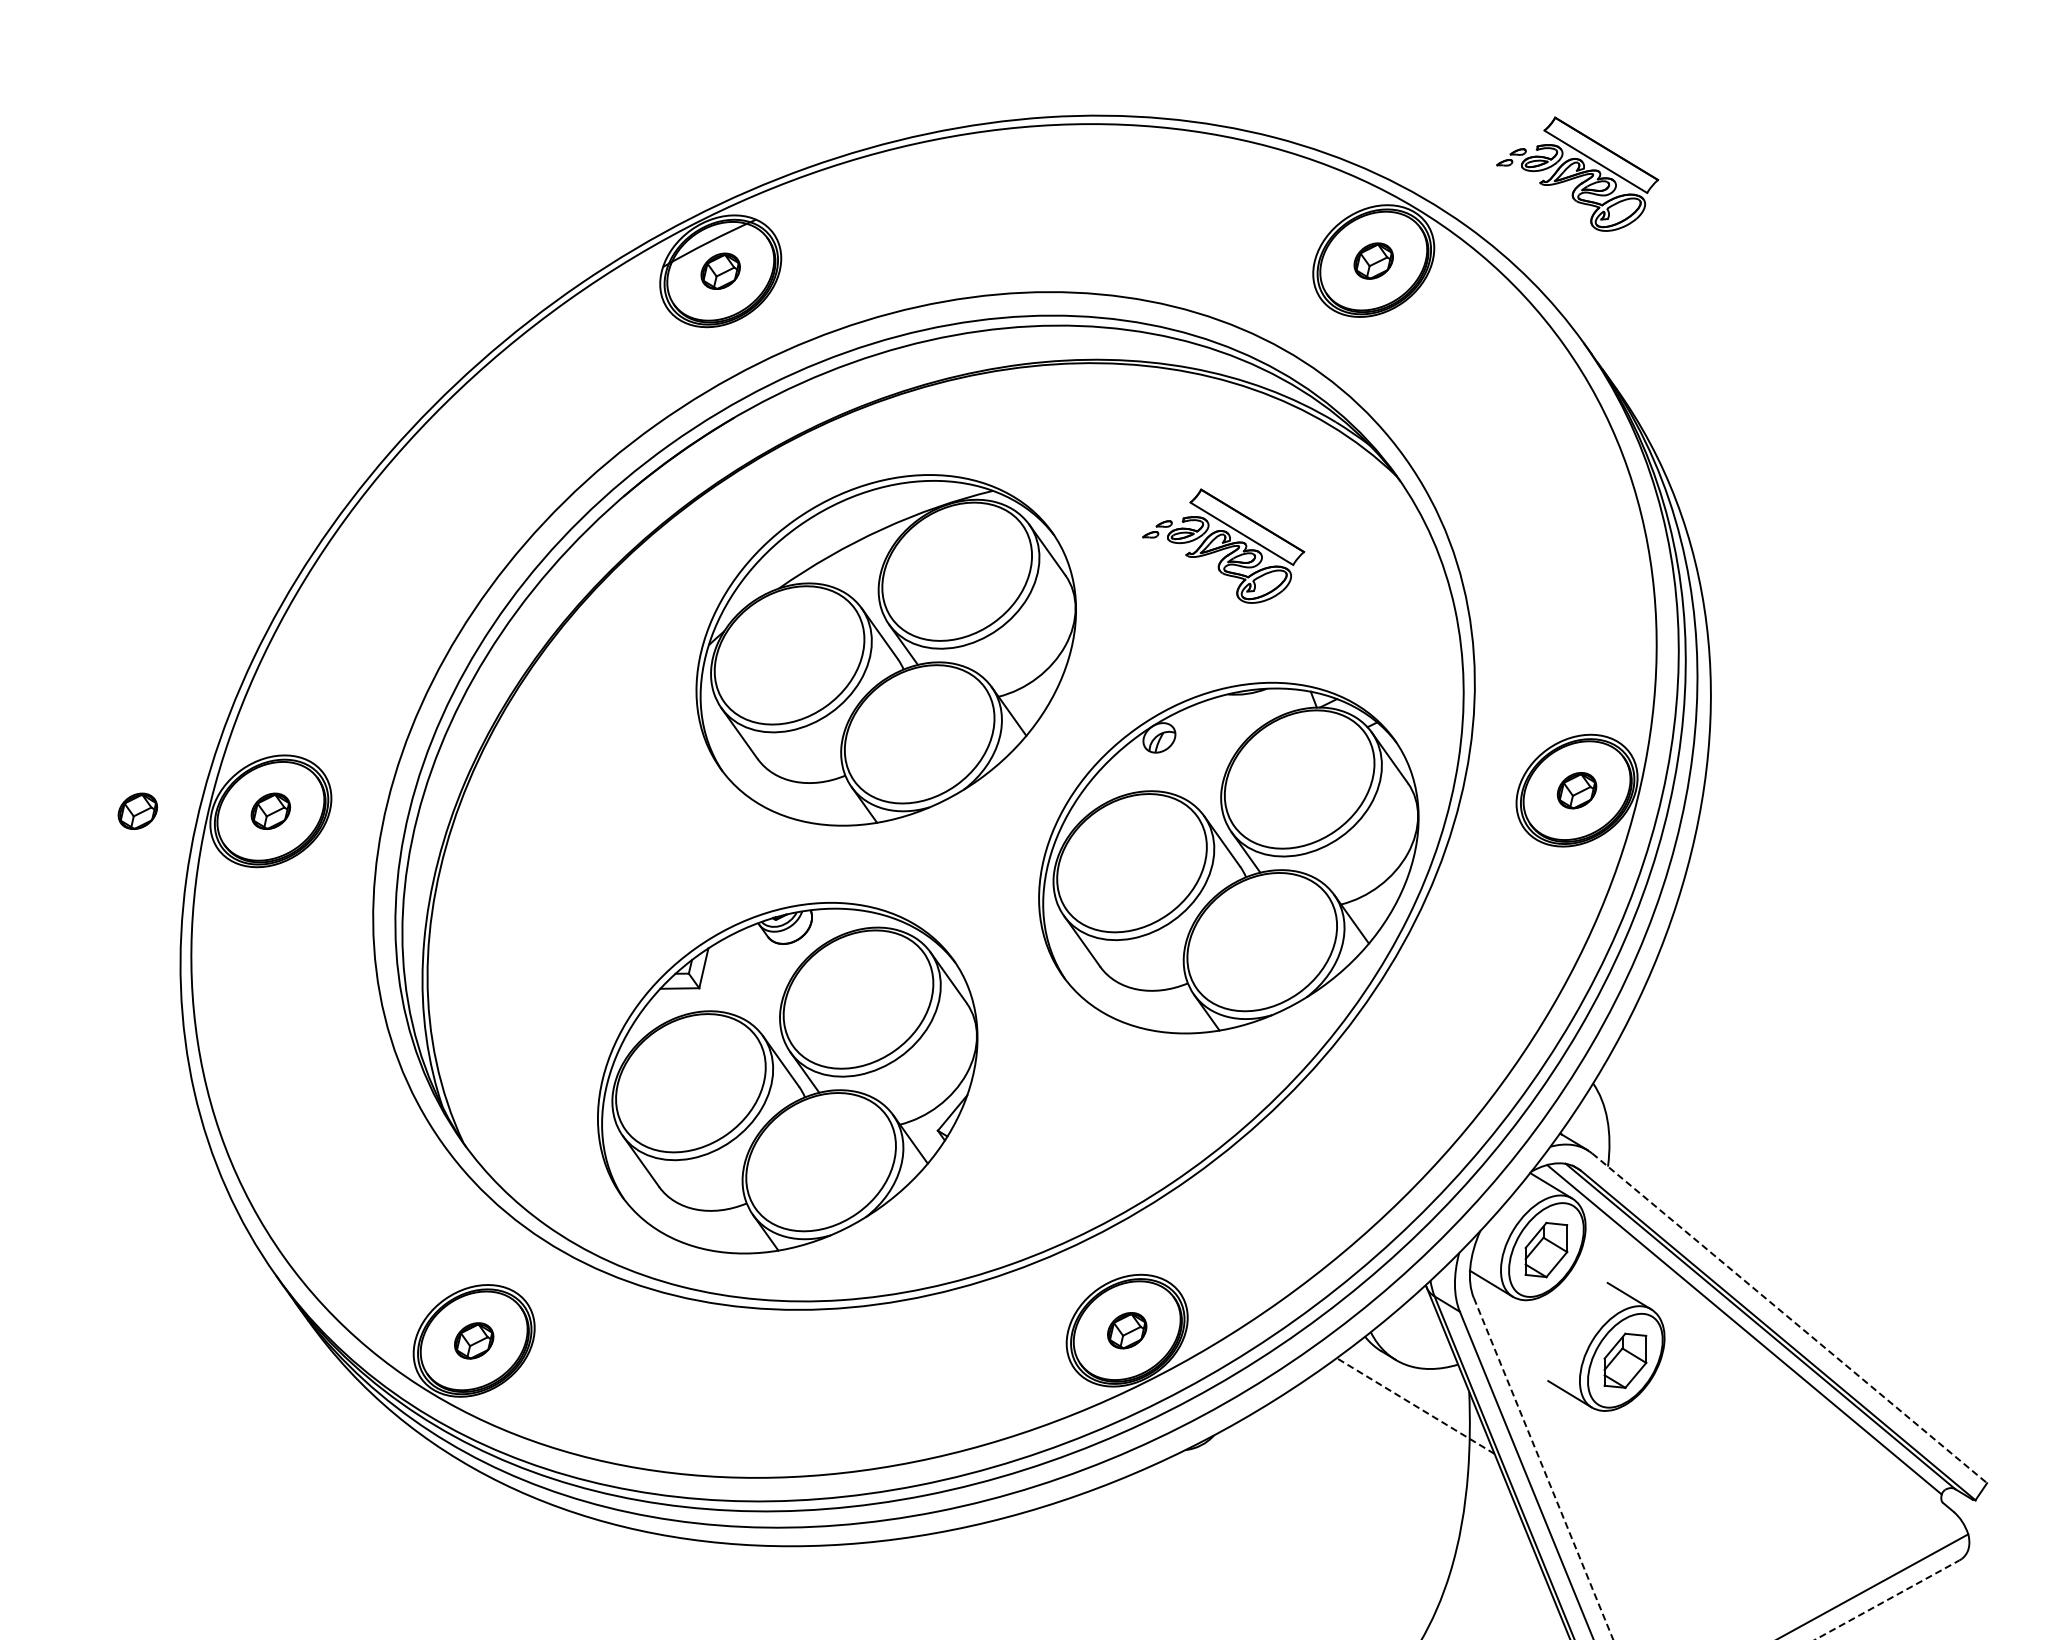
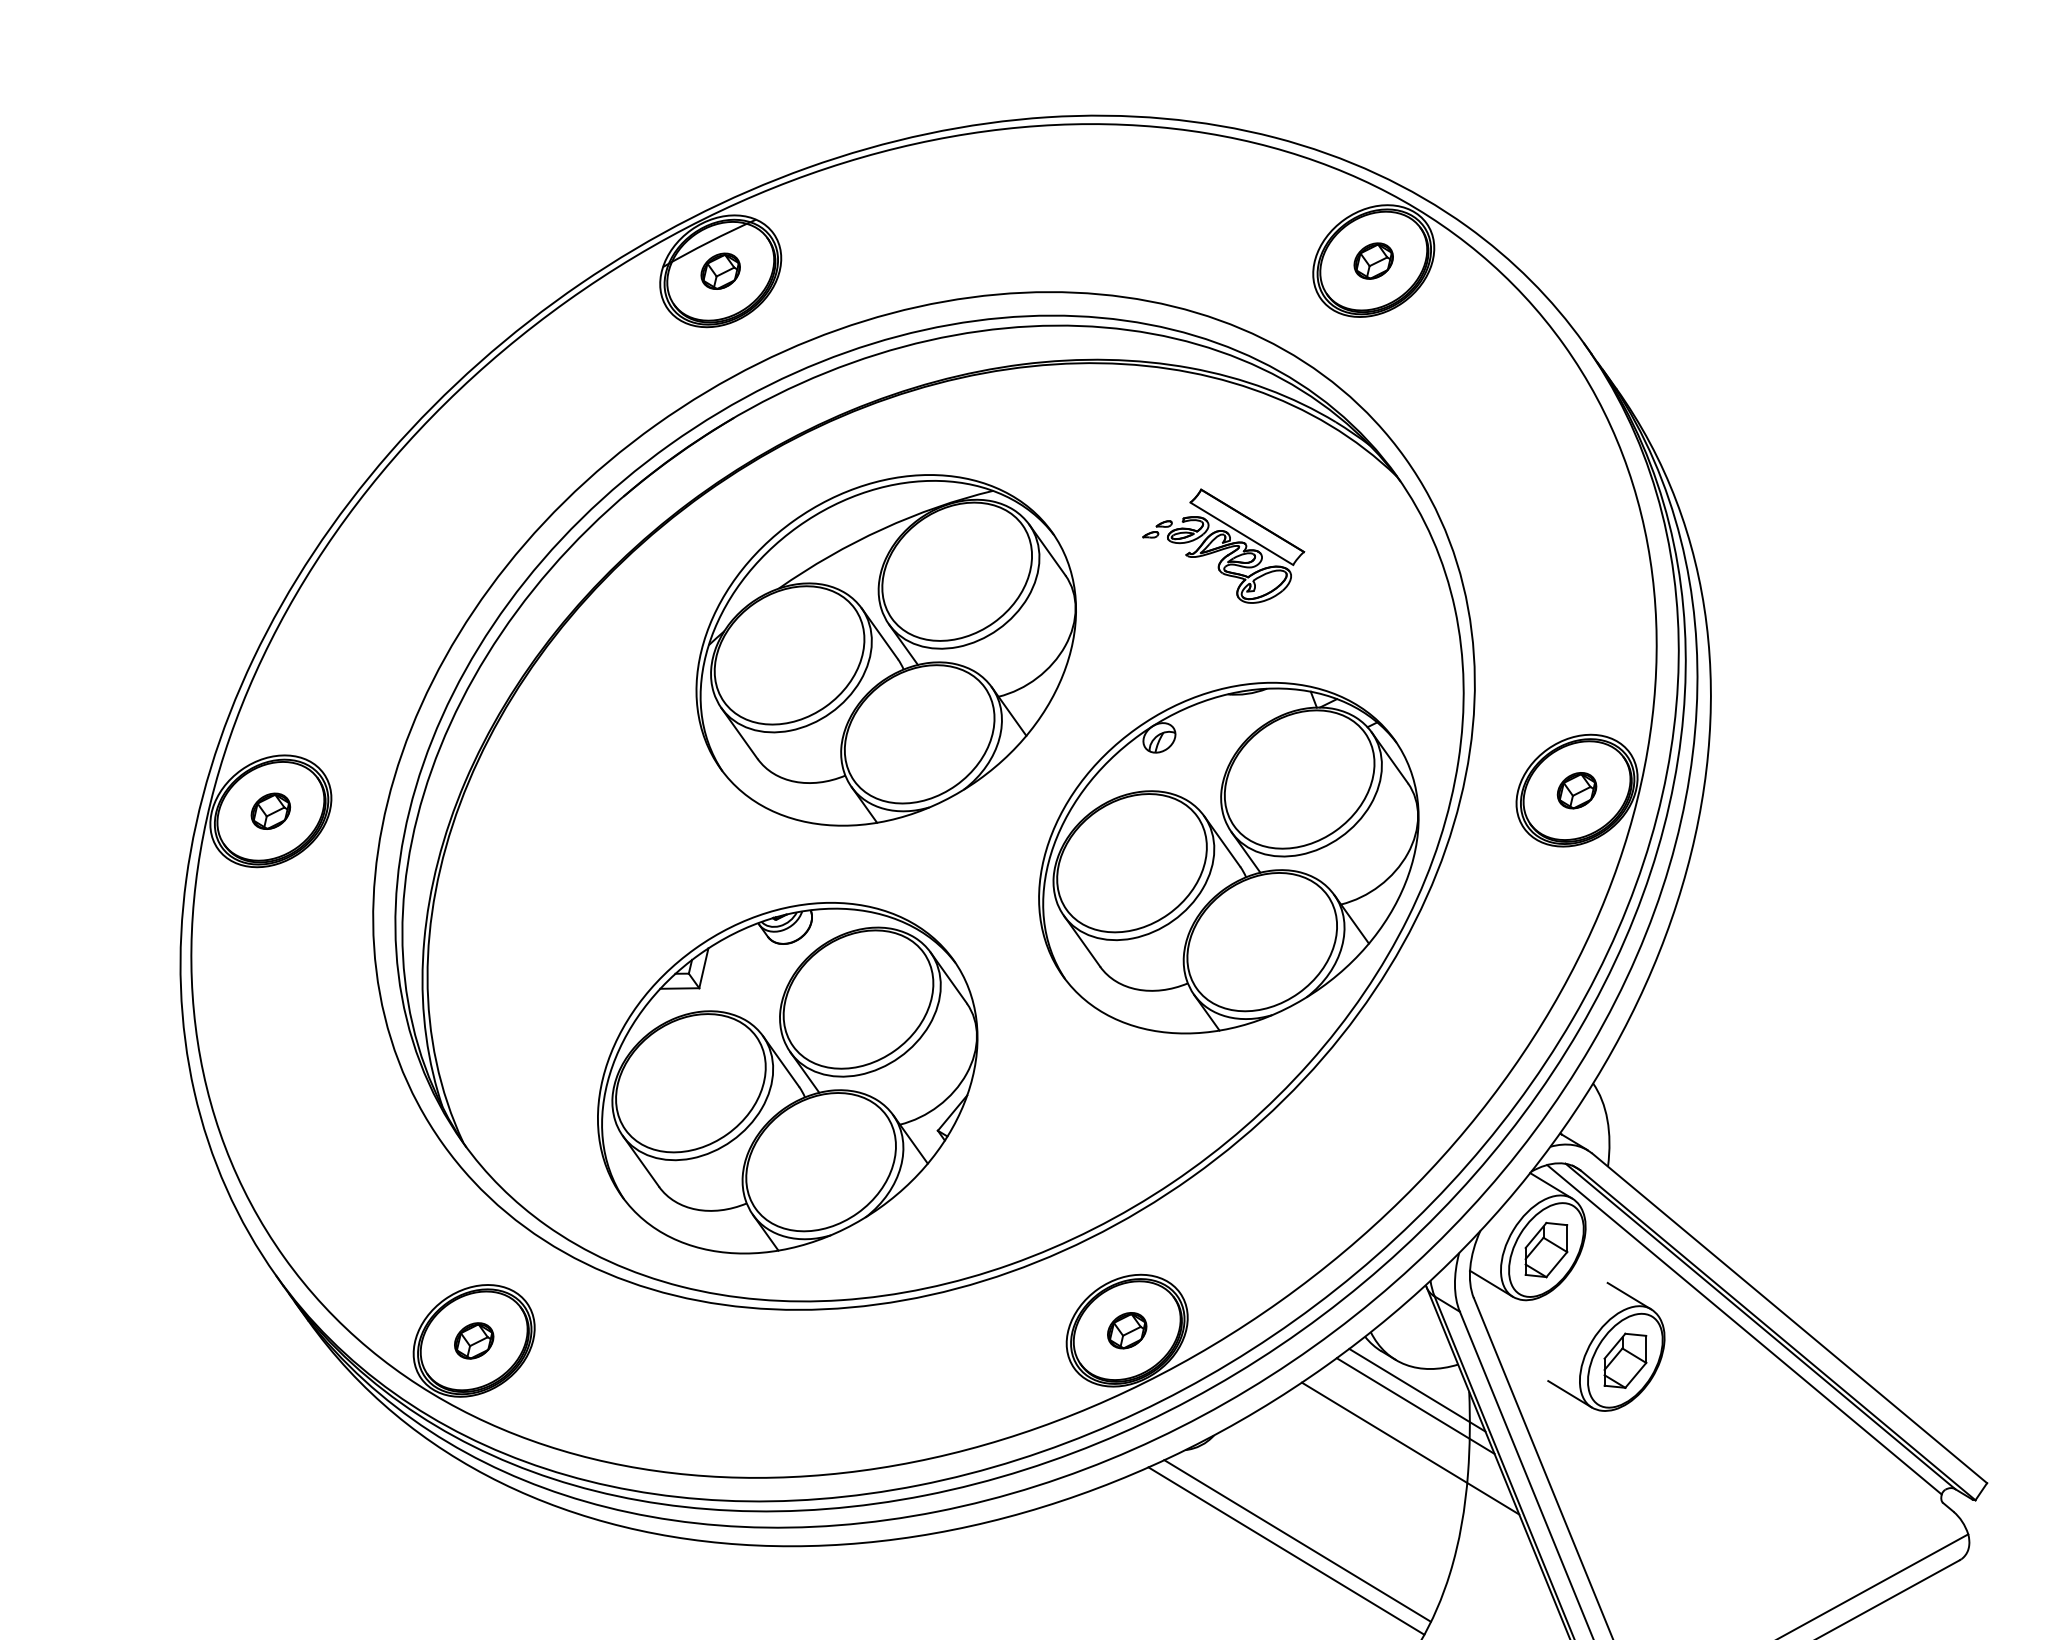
part at (1577, 173): present -> none
part at (137, 810): present -> none
line at (1790, 1318): dashed -> solid
line at (1417, 1389): none -> present
line at (1415, 1405): dashed -> solid
line at (1410, 1448): none -> present
line at (1543, 1469): dashed -> solid
line at (1297, 1540): none -> present
line at (1286, 1550): none -> present
line at (1887, 1599): dashed -> solid
